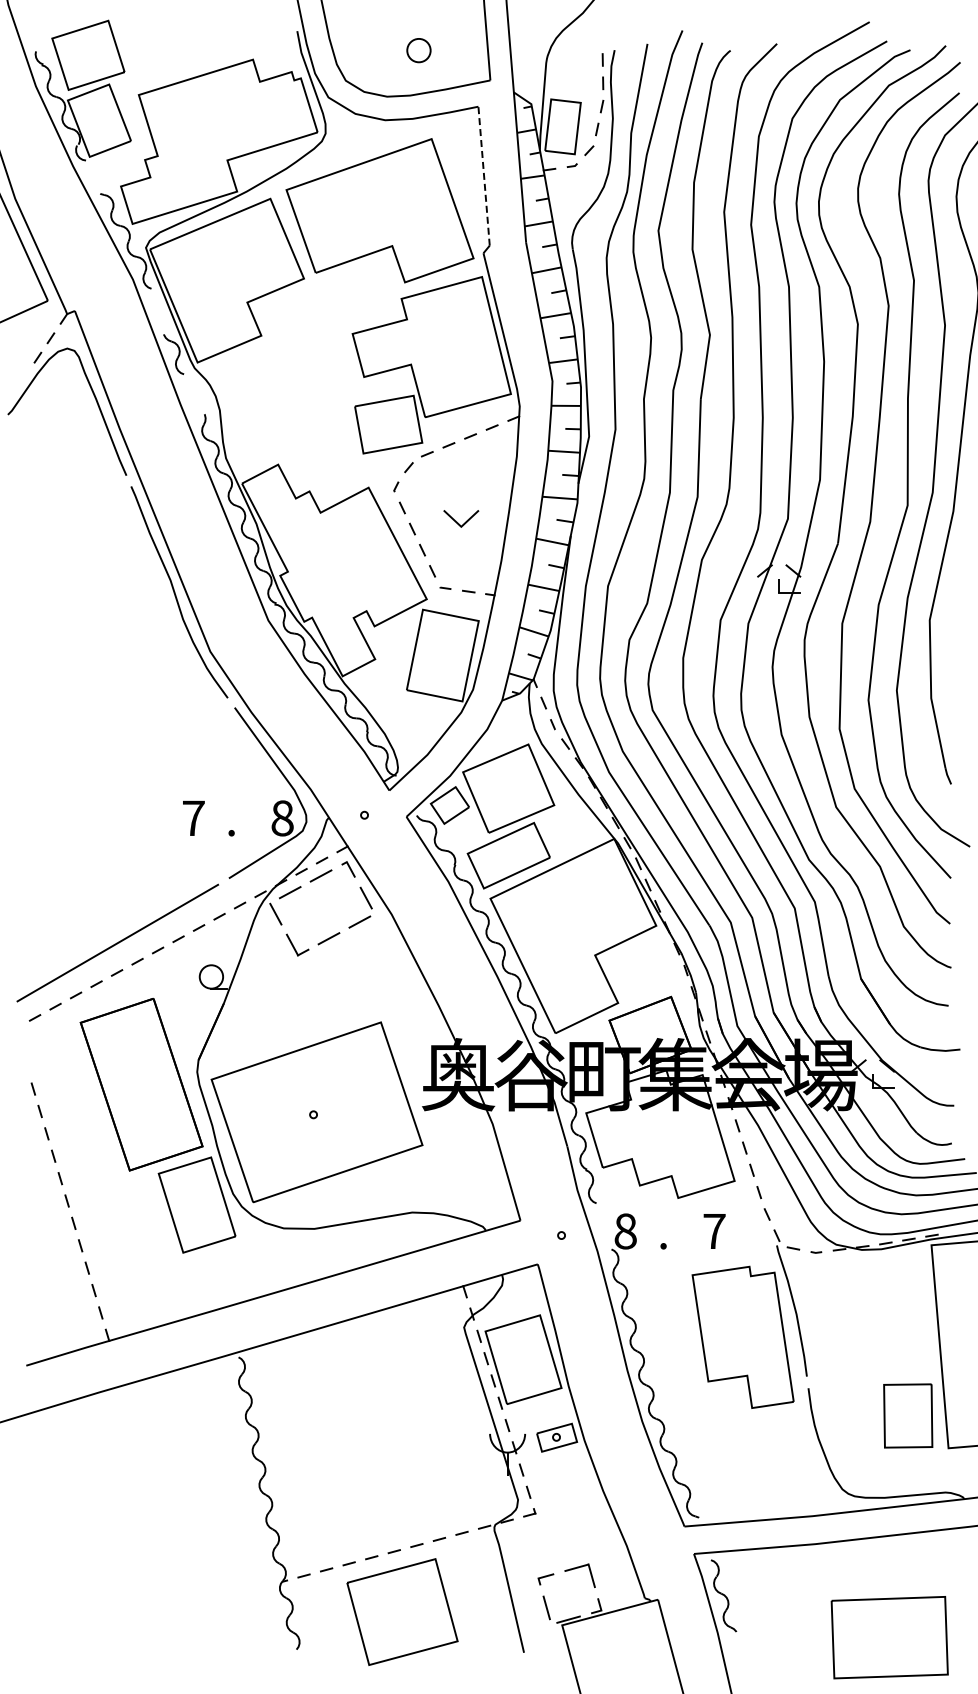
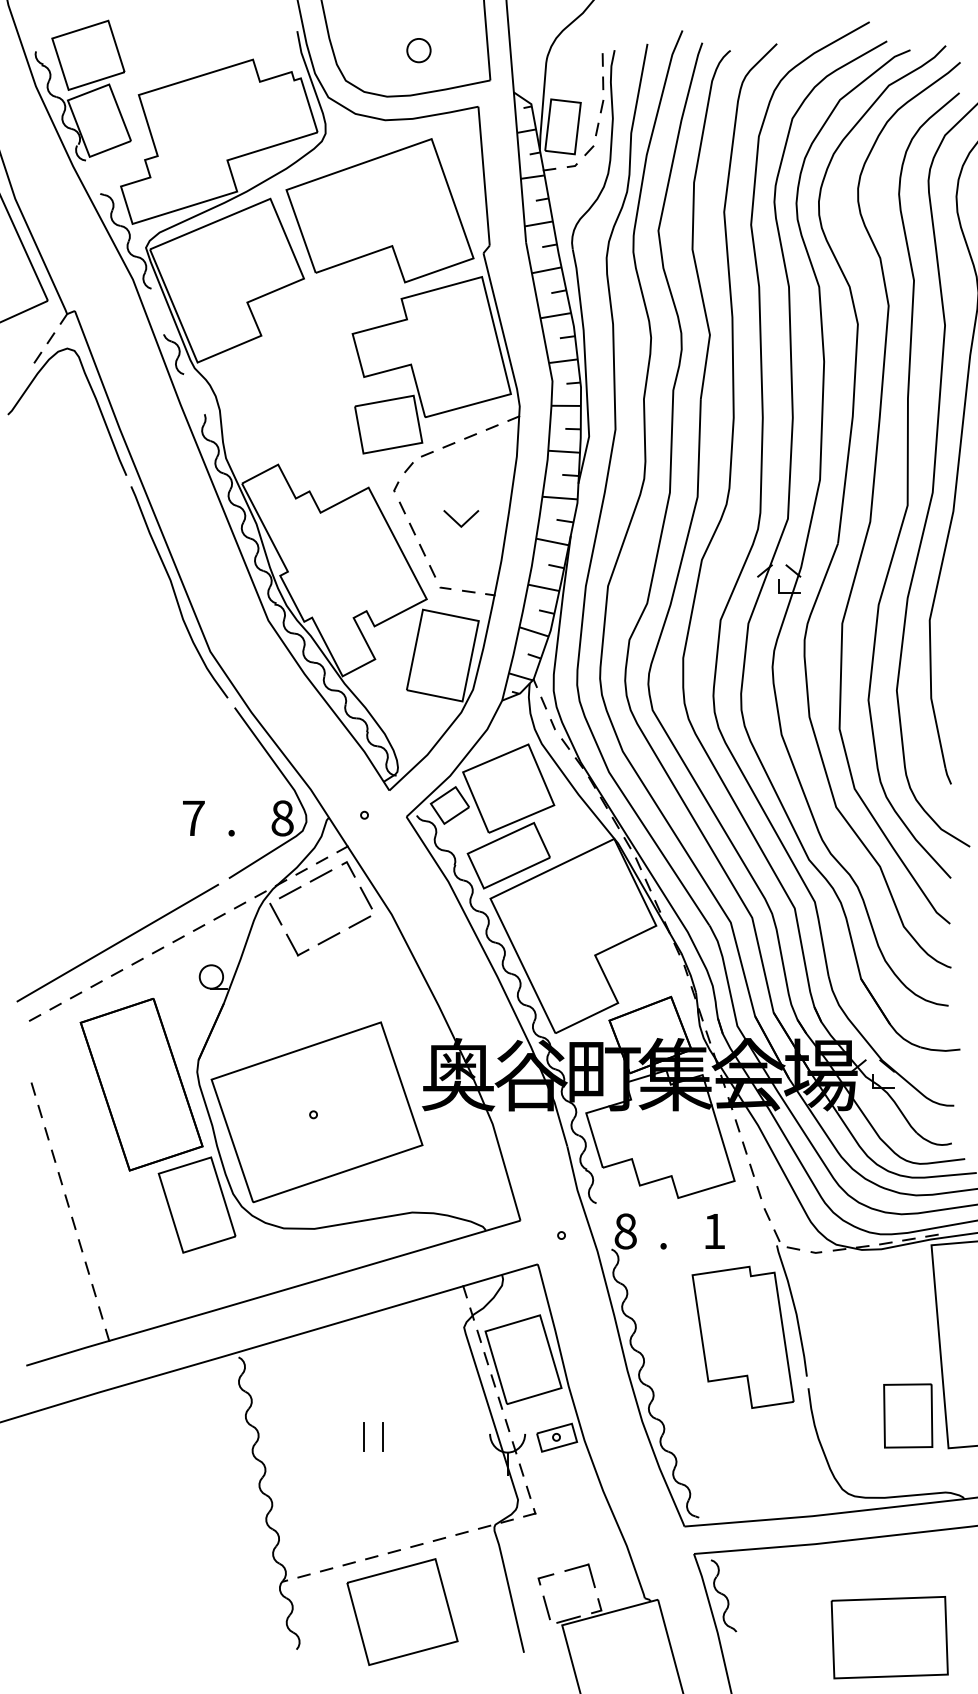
line at (484, 176): dashed -> solid
text at (714, 1231): 7 -> 1
line at (364, 1436): none -> present
line at (383, 1436): none -> present
